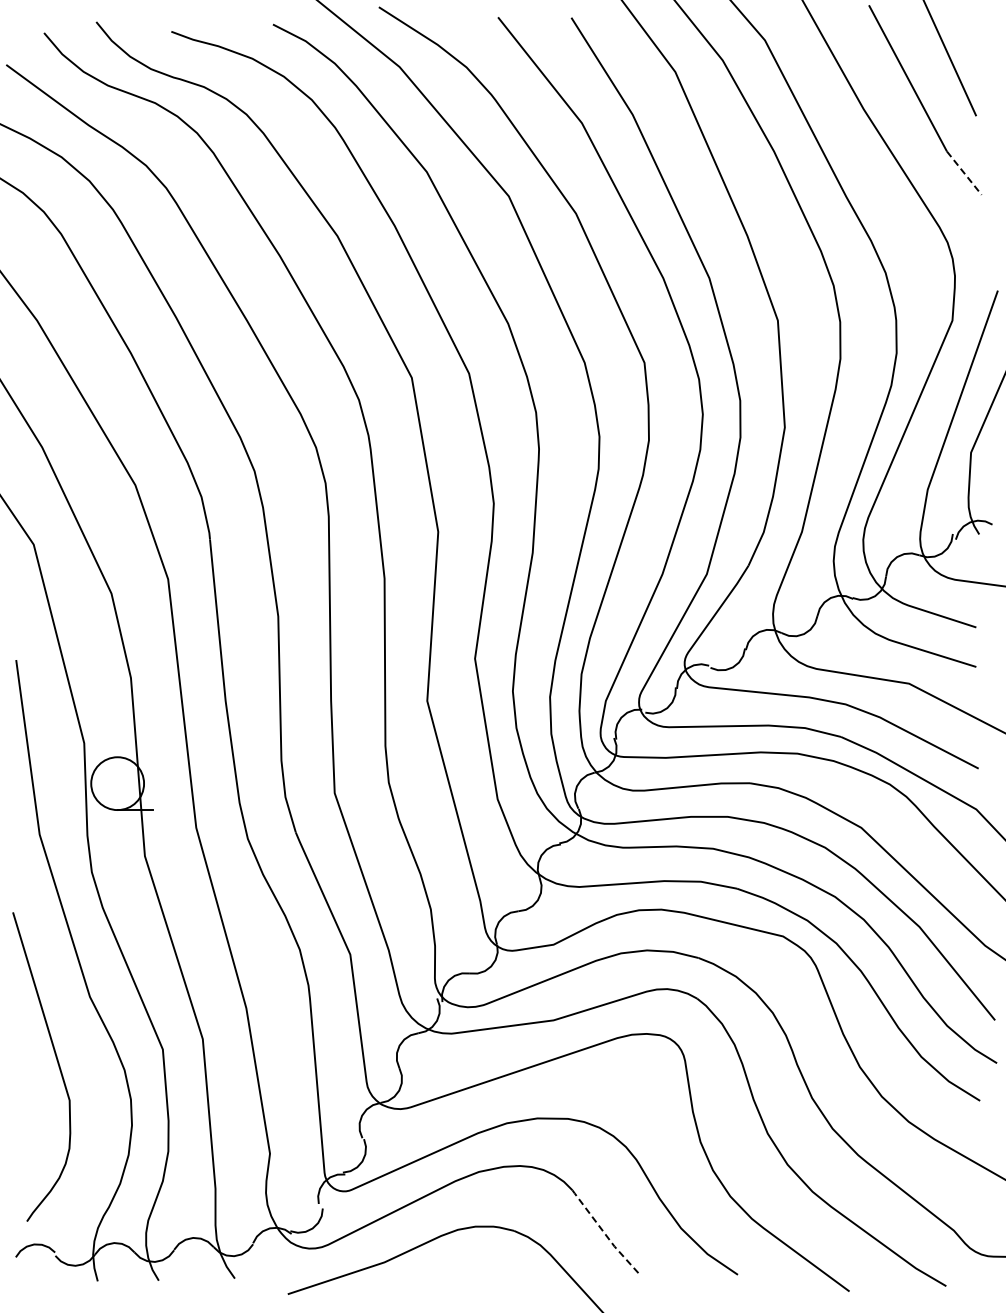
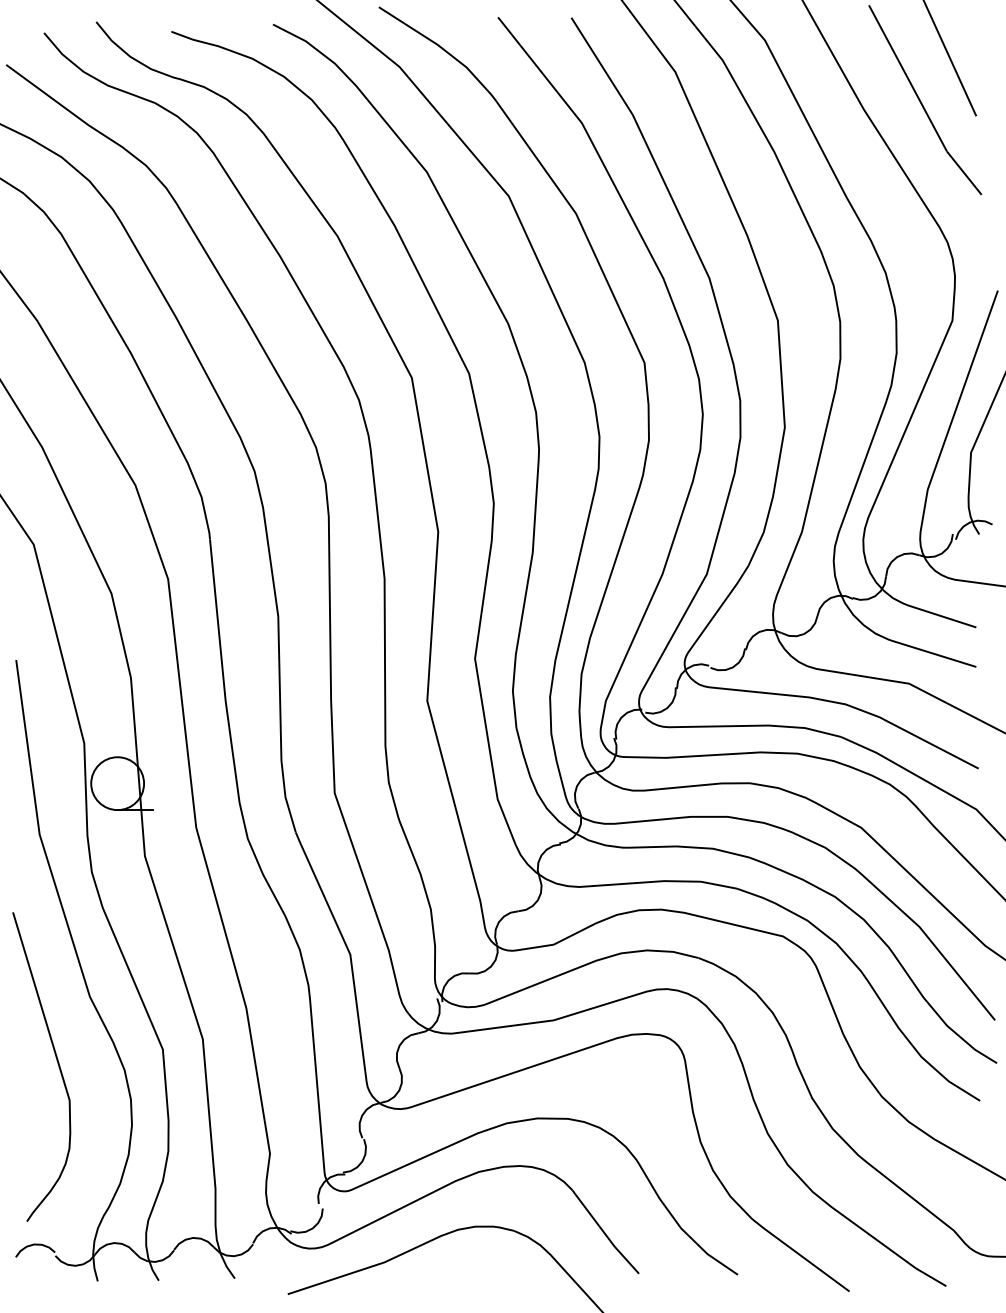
line at (964, 173): dashed -> solid
line at (604, 1233): dashed -> solid
